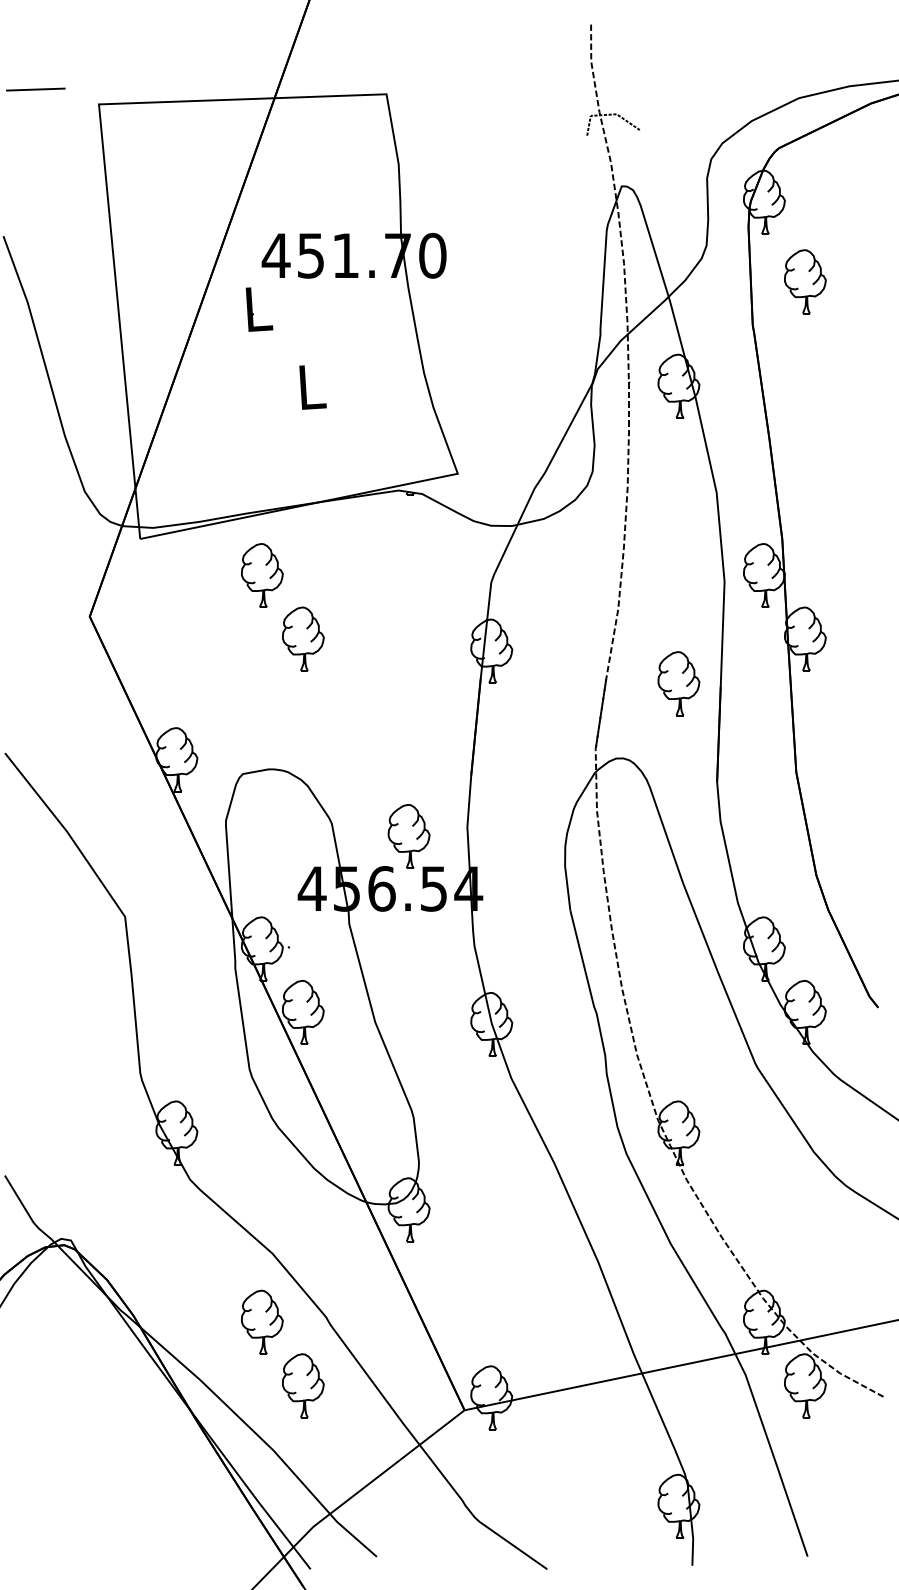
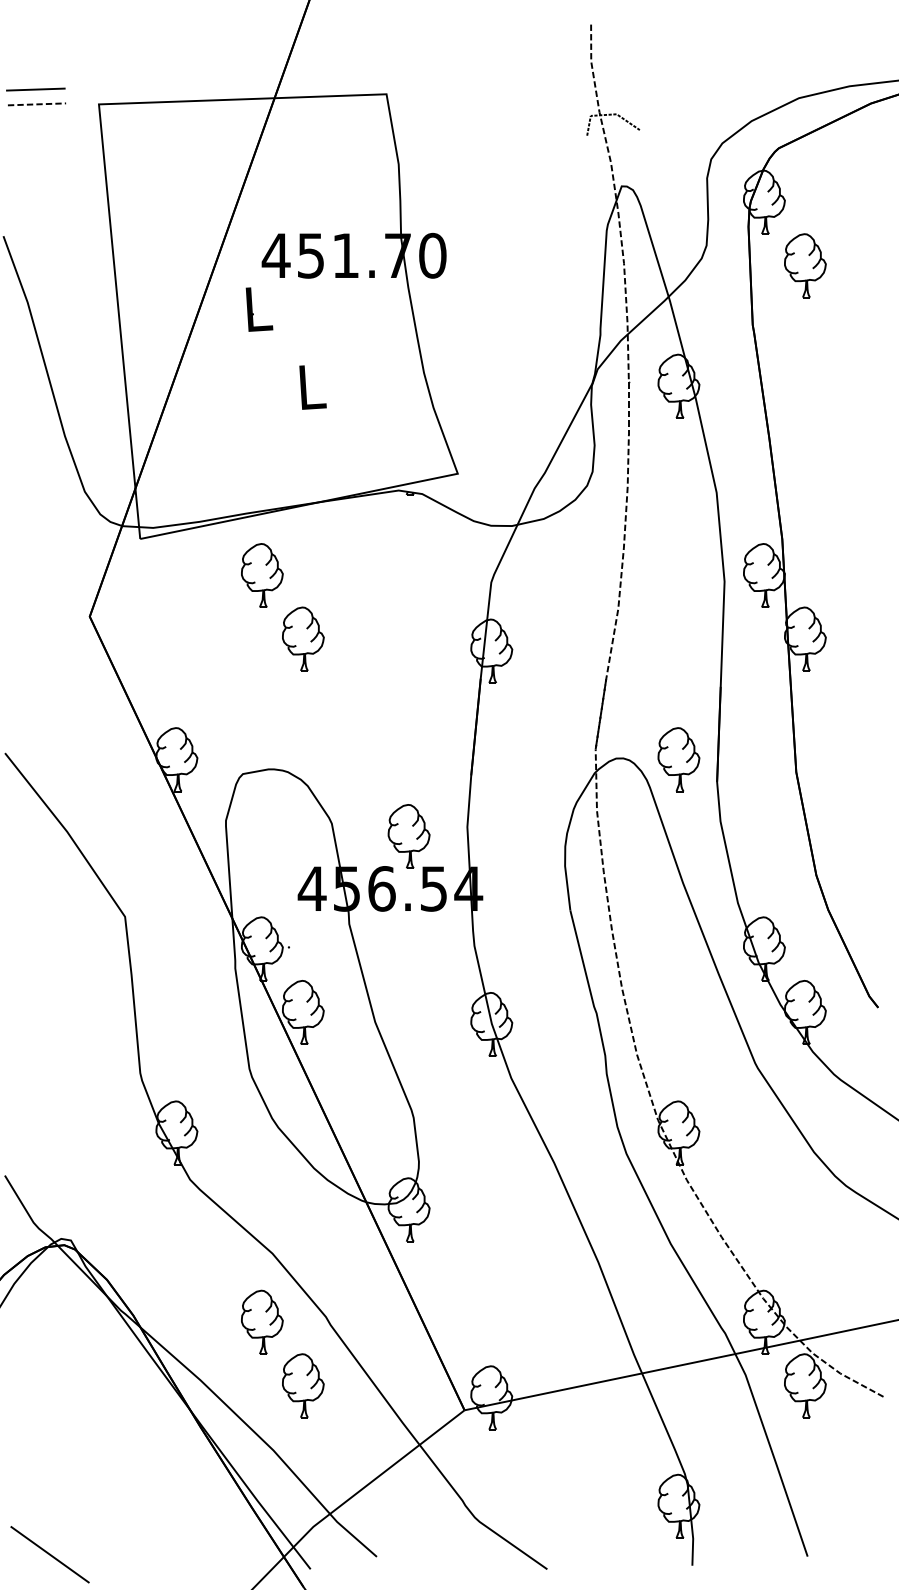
line at (37, 104): none -> present
part at (805, 281) position: (805, 281) -> (805, 265)
part at (678, 683) position: (678, 683) -> (678, 759)
line at (49, 1554): none -> present
